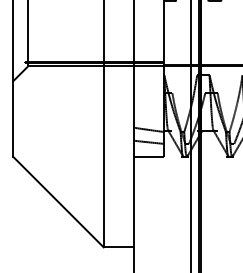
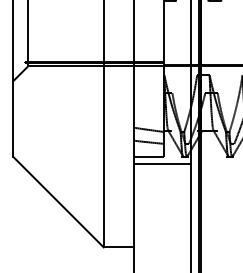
line at (162, 164): none -> present
